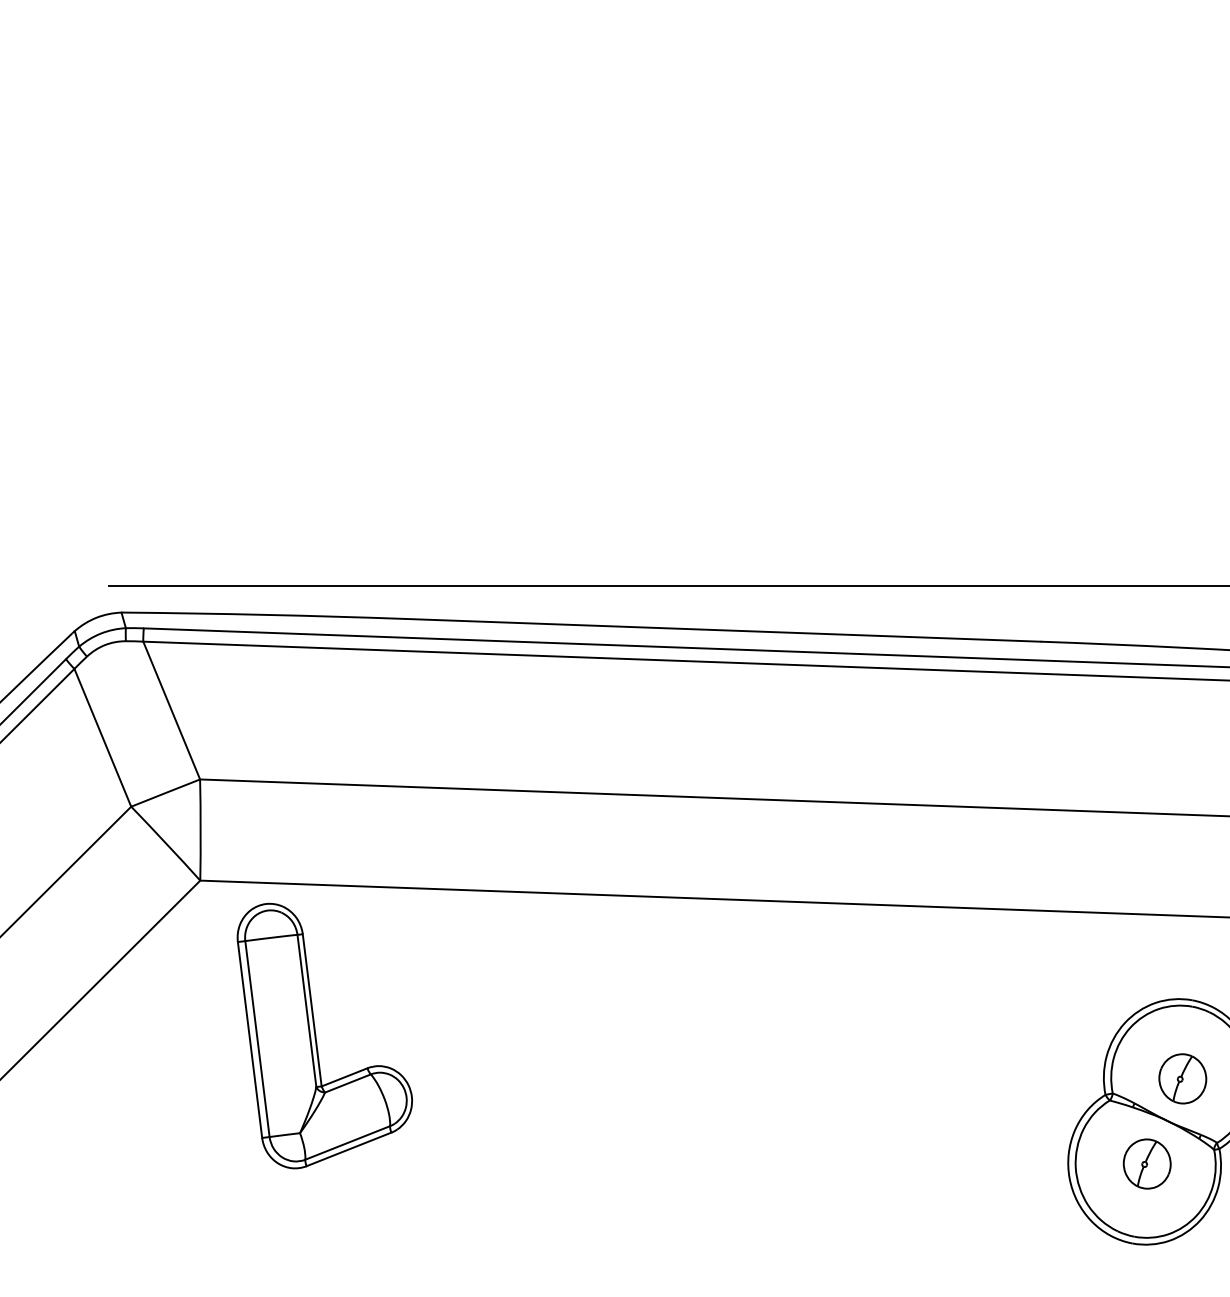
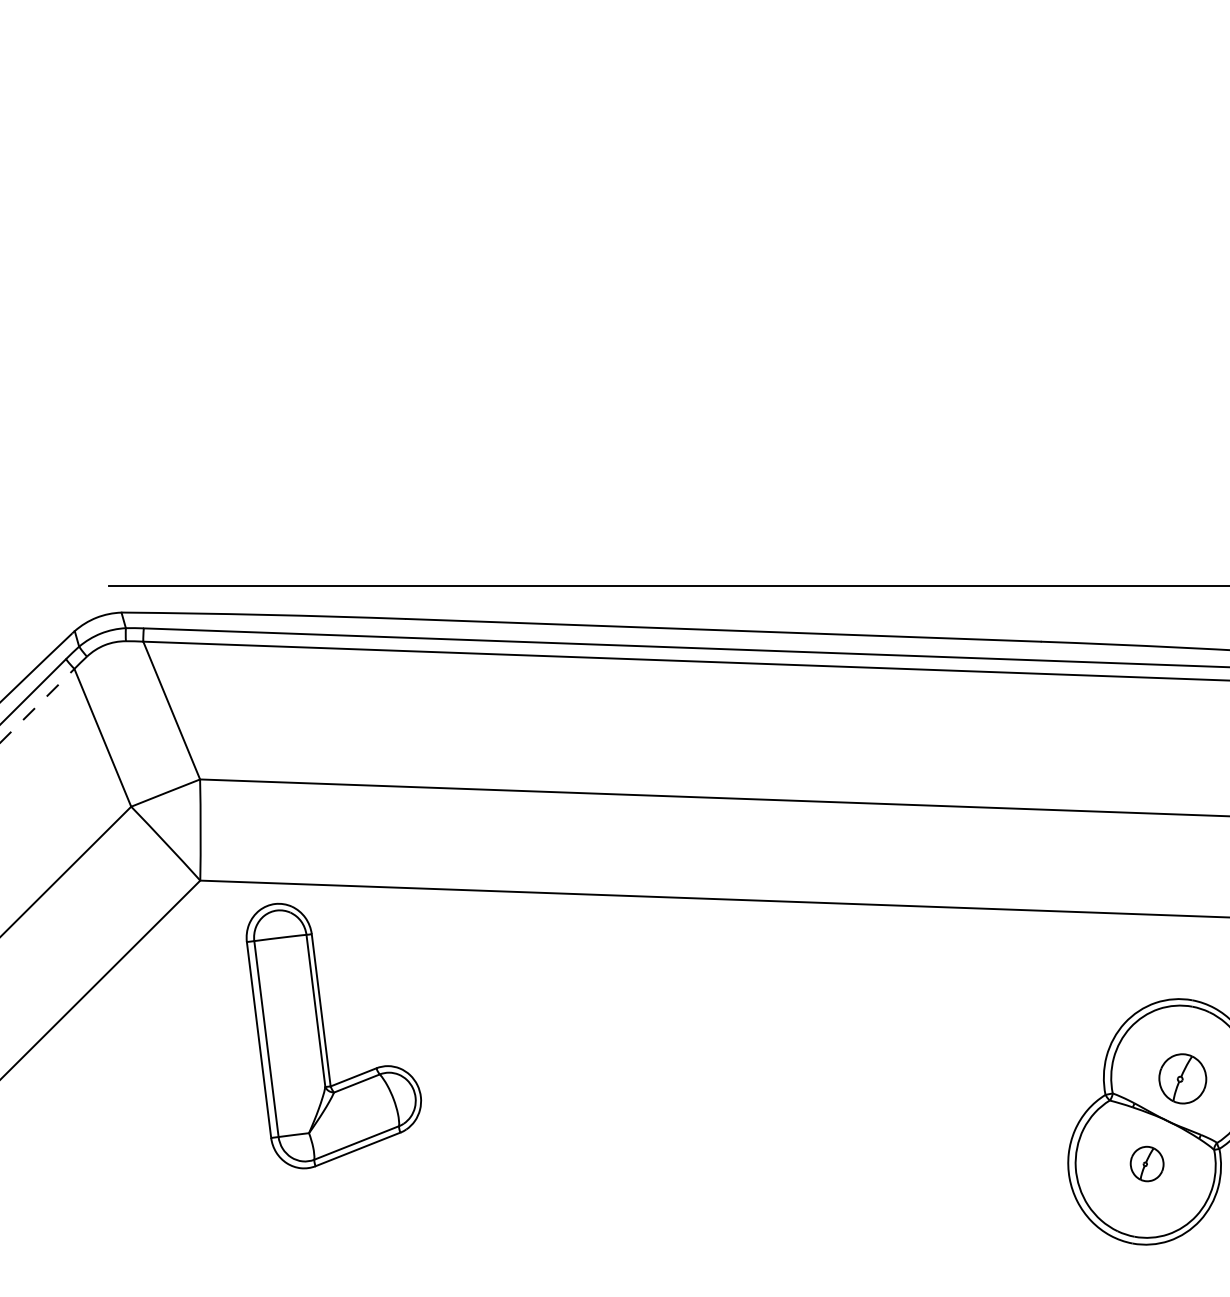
line at (37, 705): solid -> dashed
part at (316, 1035) position: (316, 1035) -> (325, 1035)
part at (1146, 1163) size: 50x52 px -> 36x38 px
